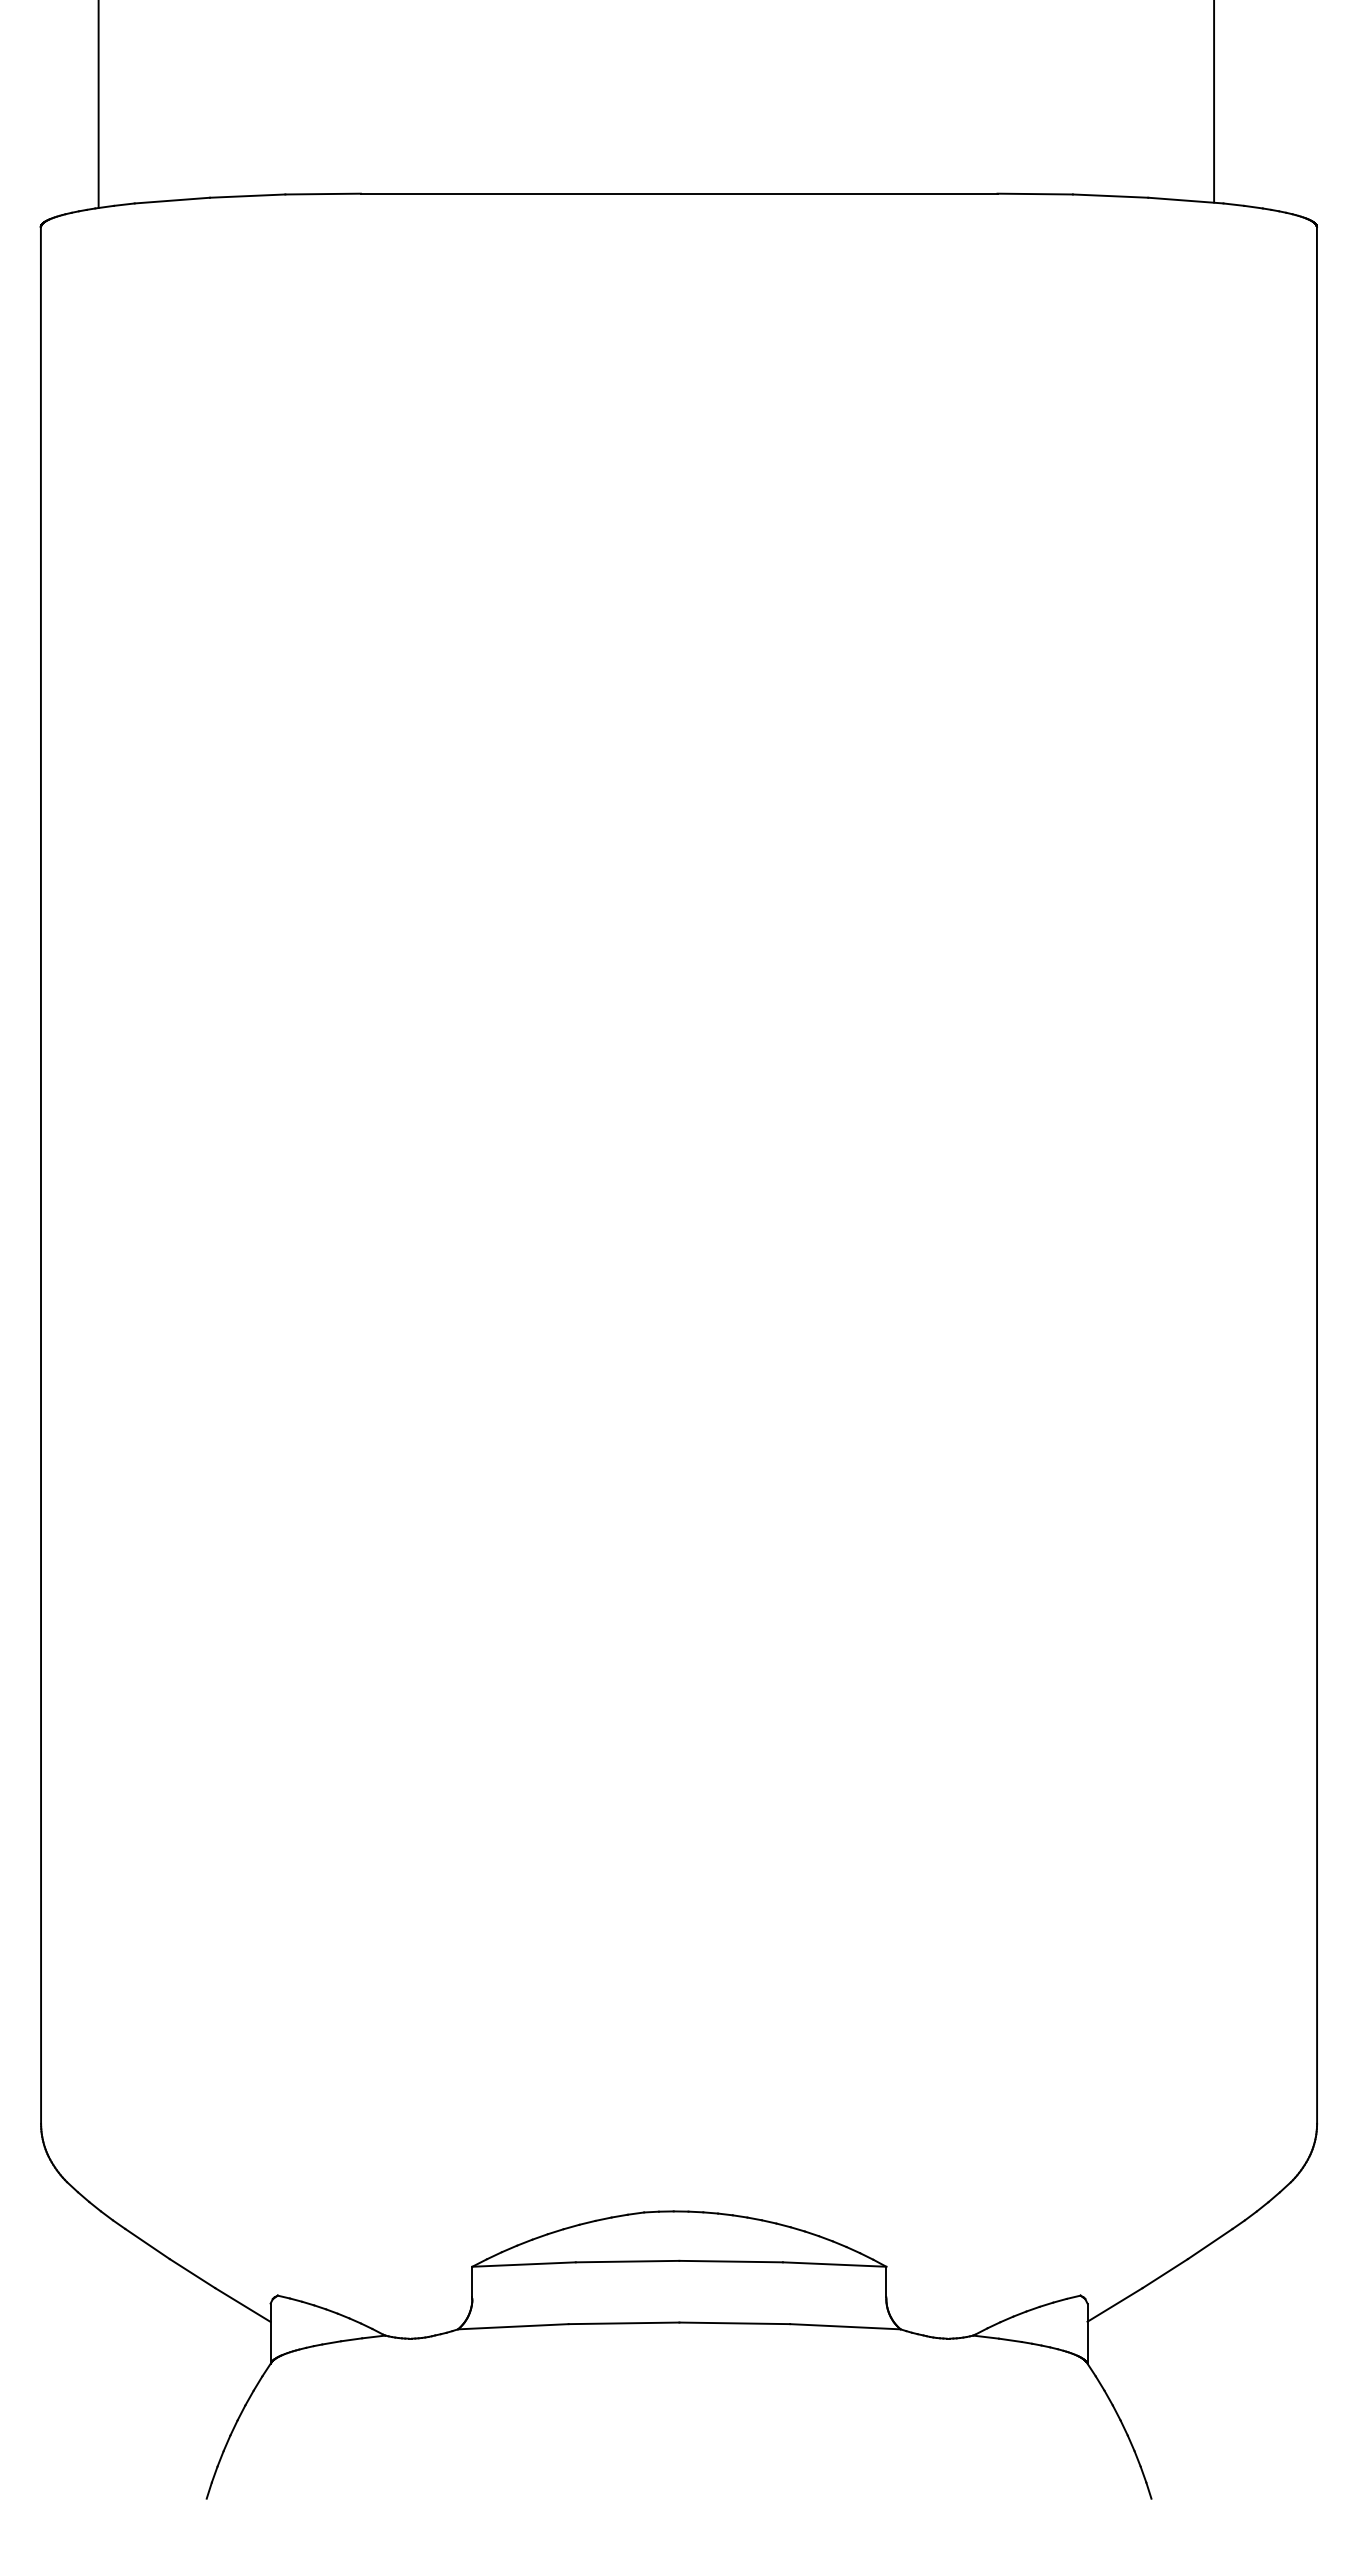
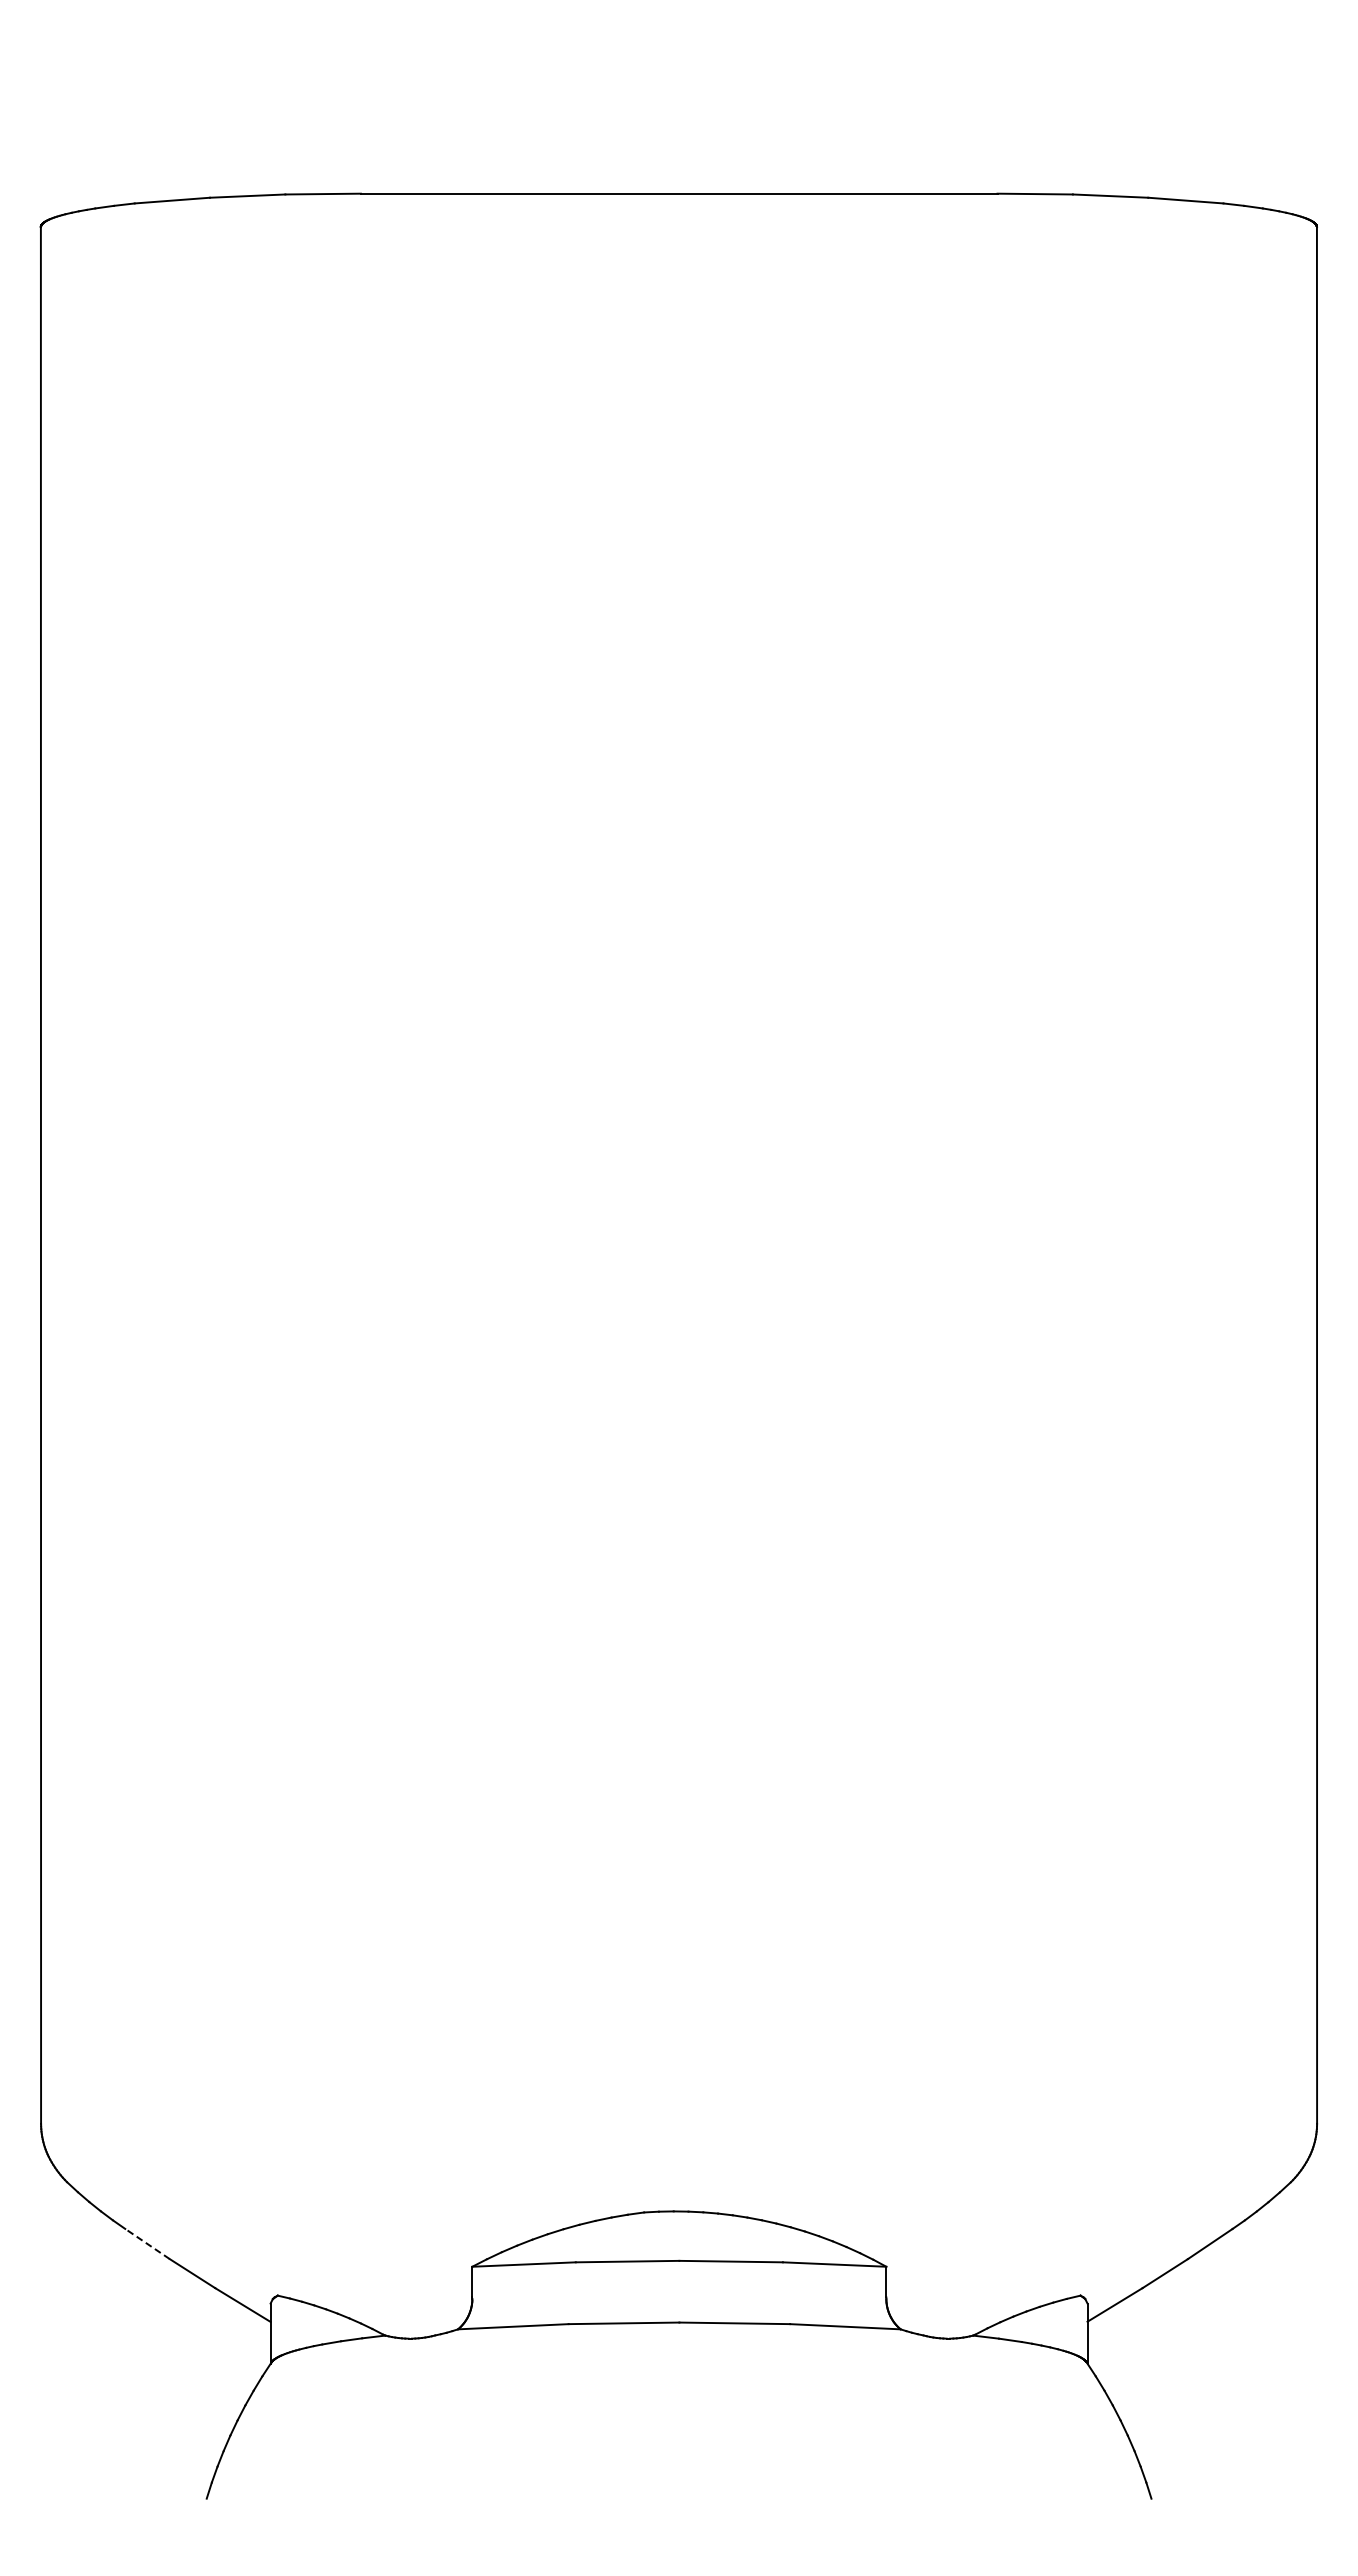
line at (1214, 102): present -> none
line at (98, 104): present -> none
line at (147, 2244): solid -> dashed
